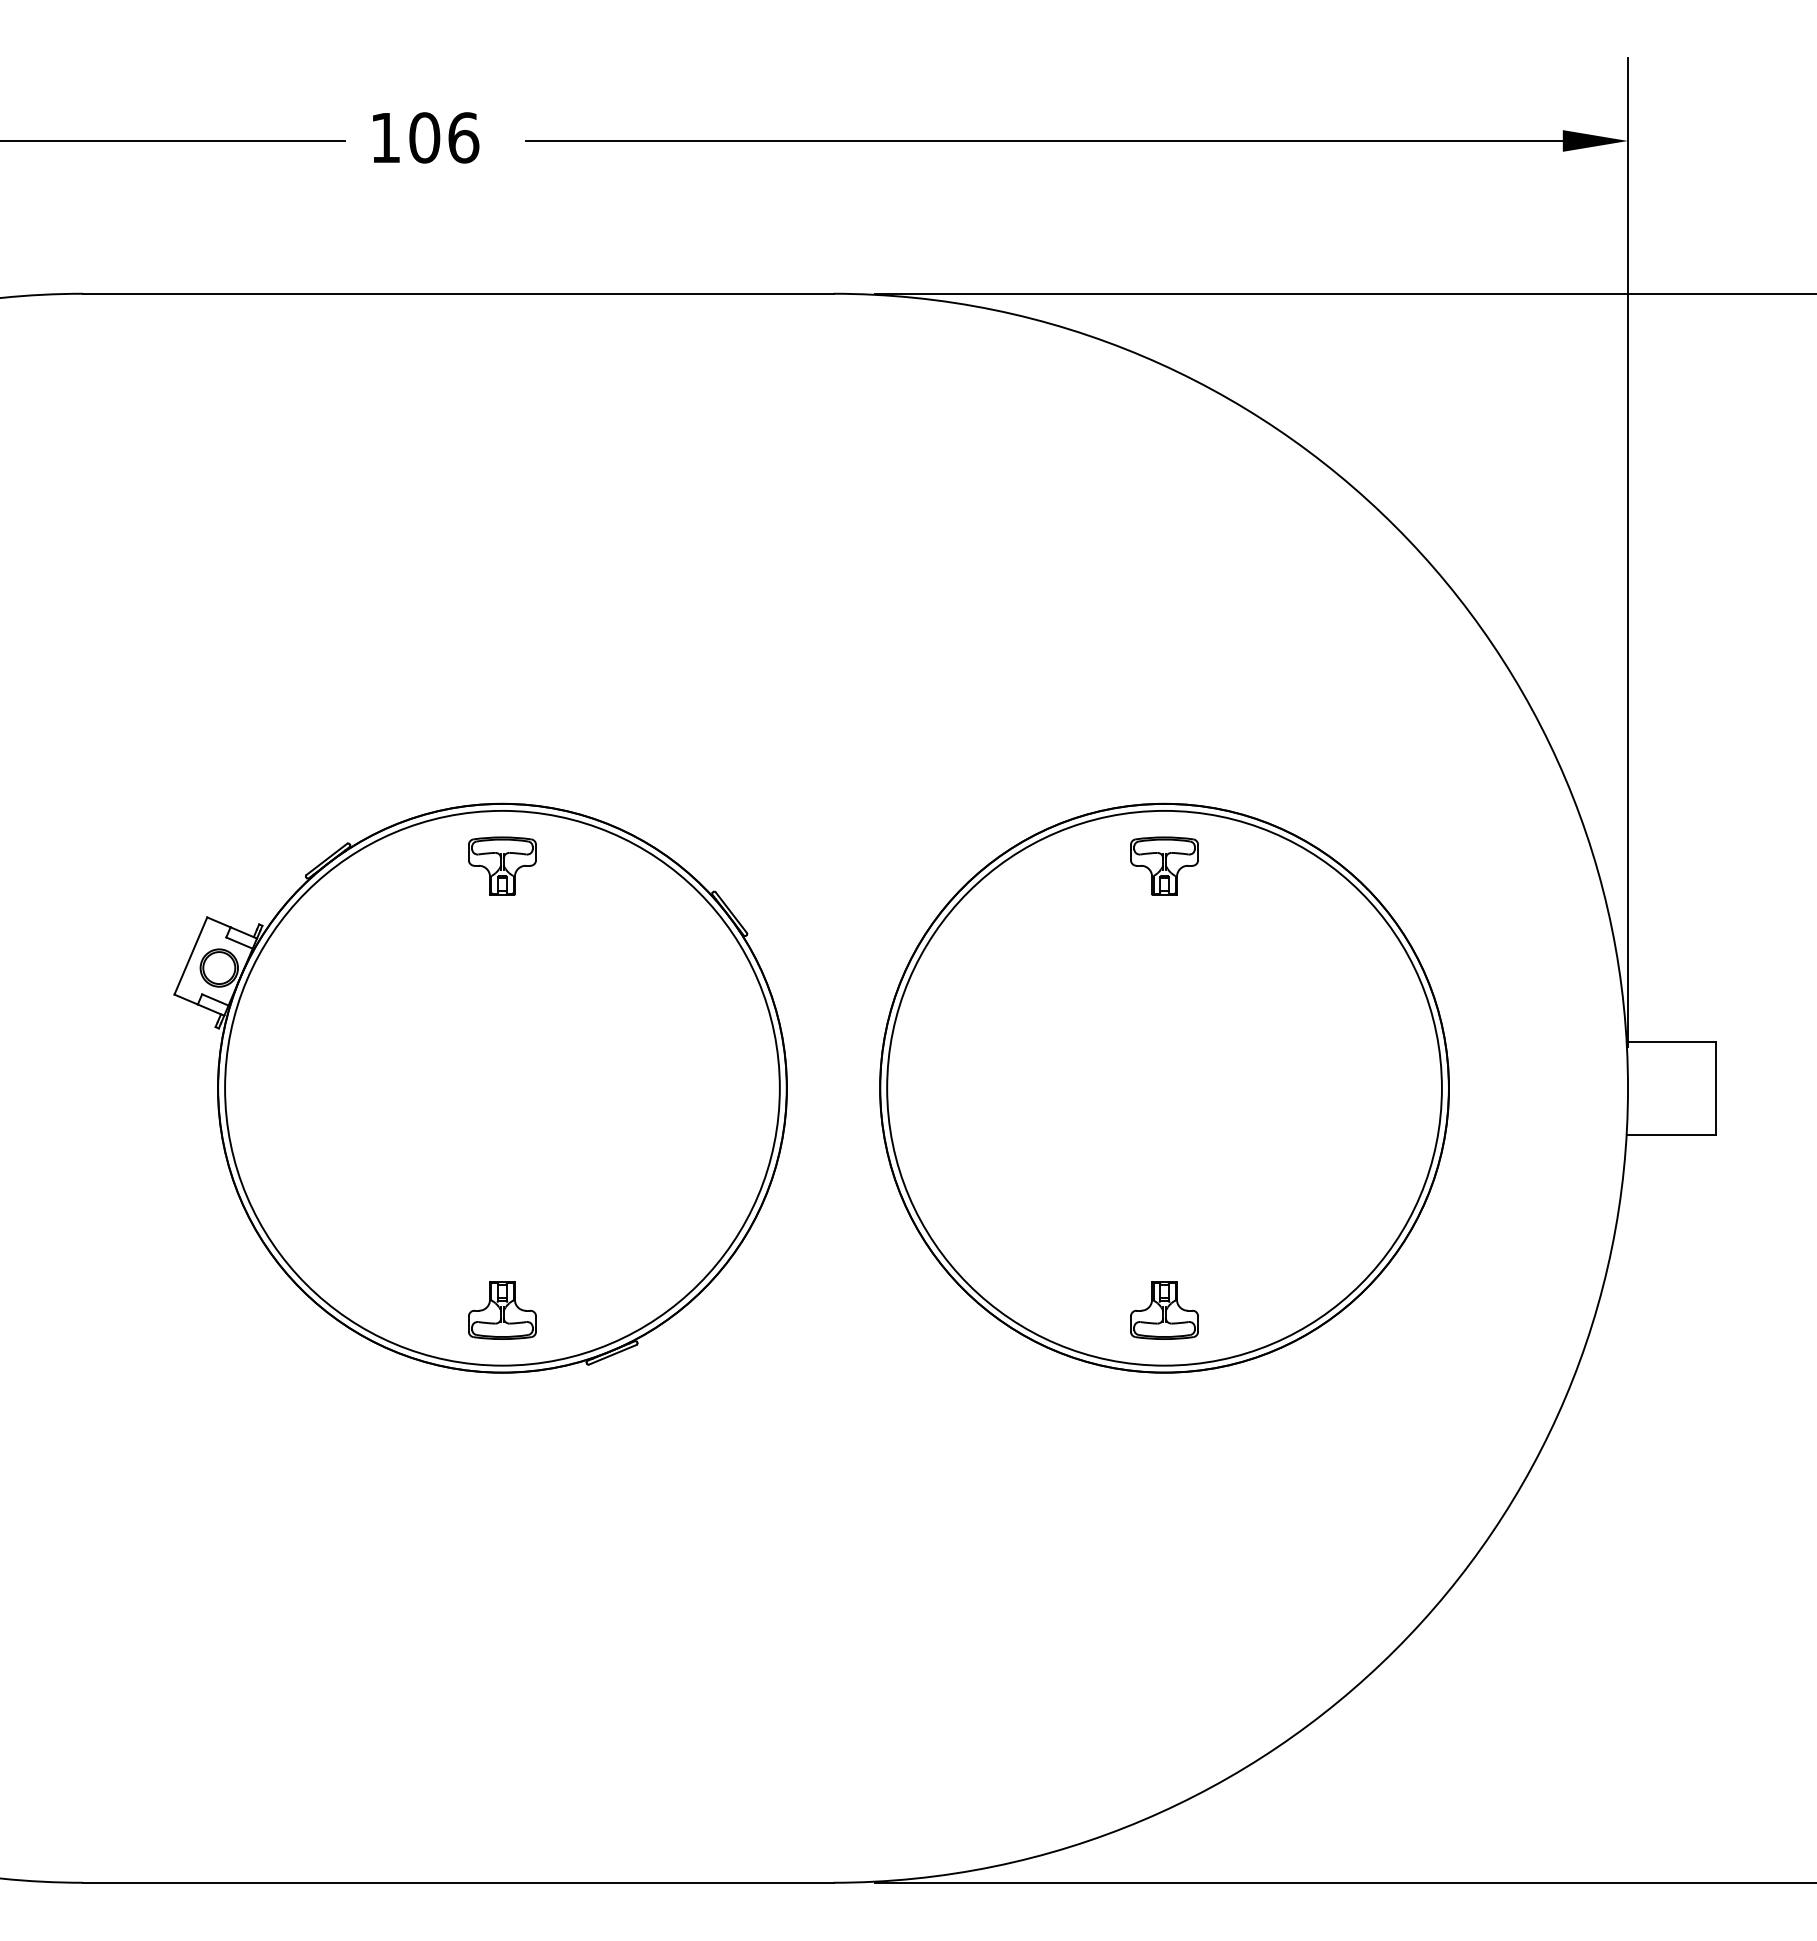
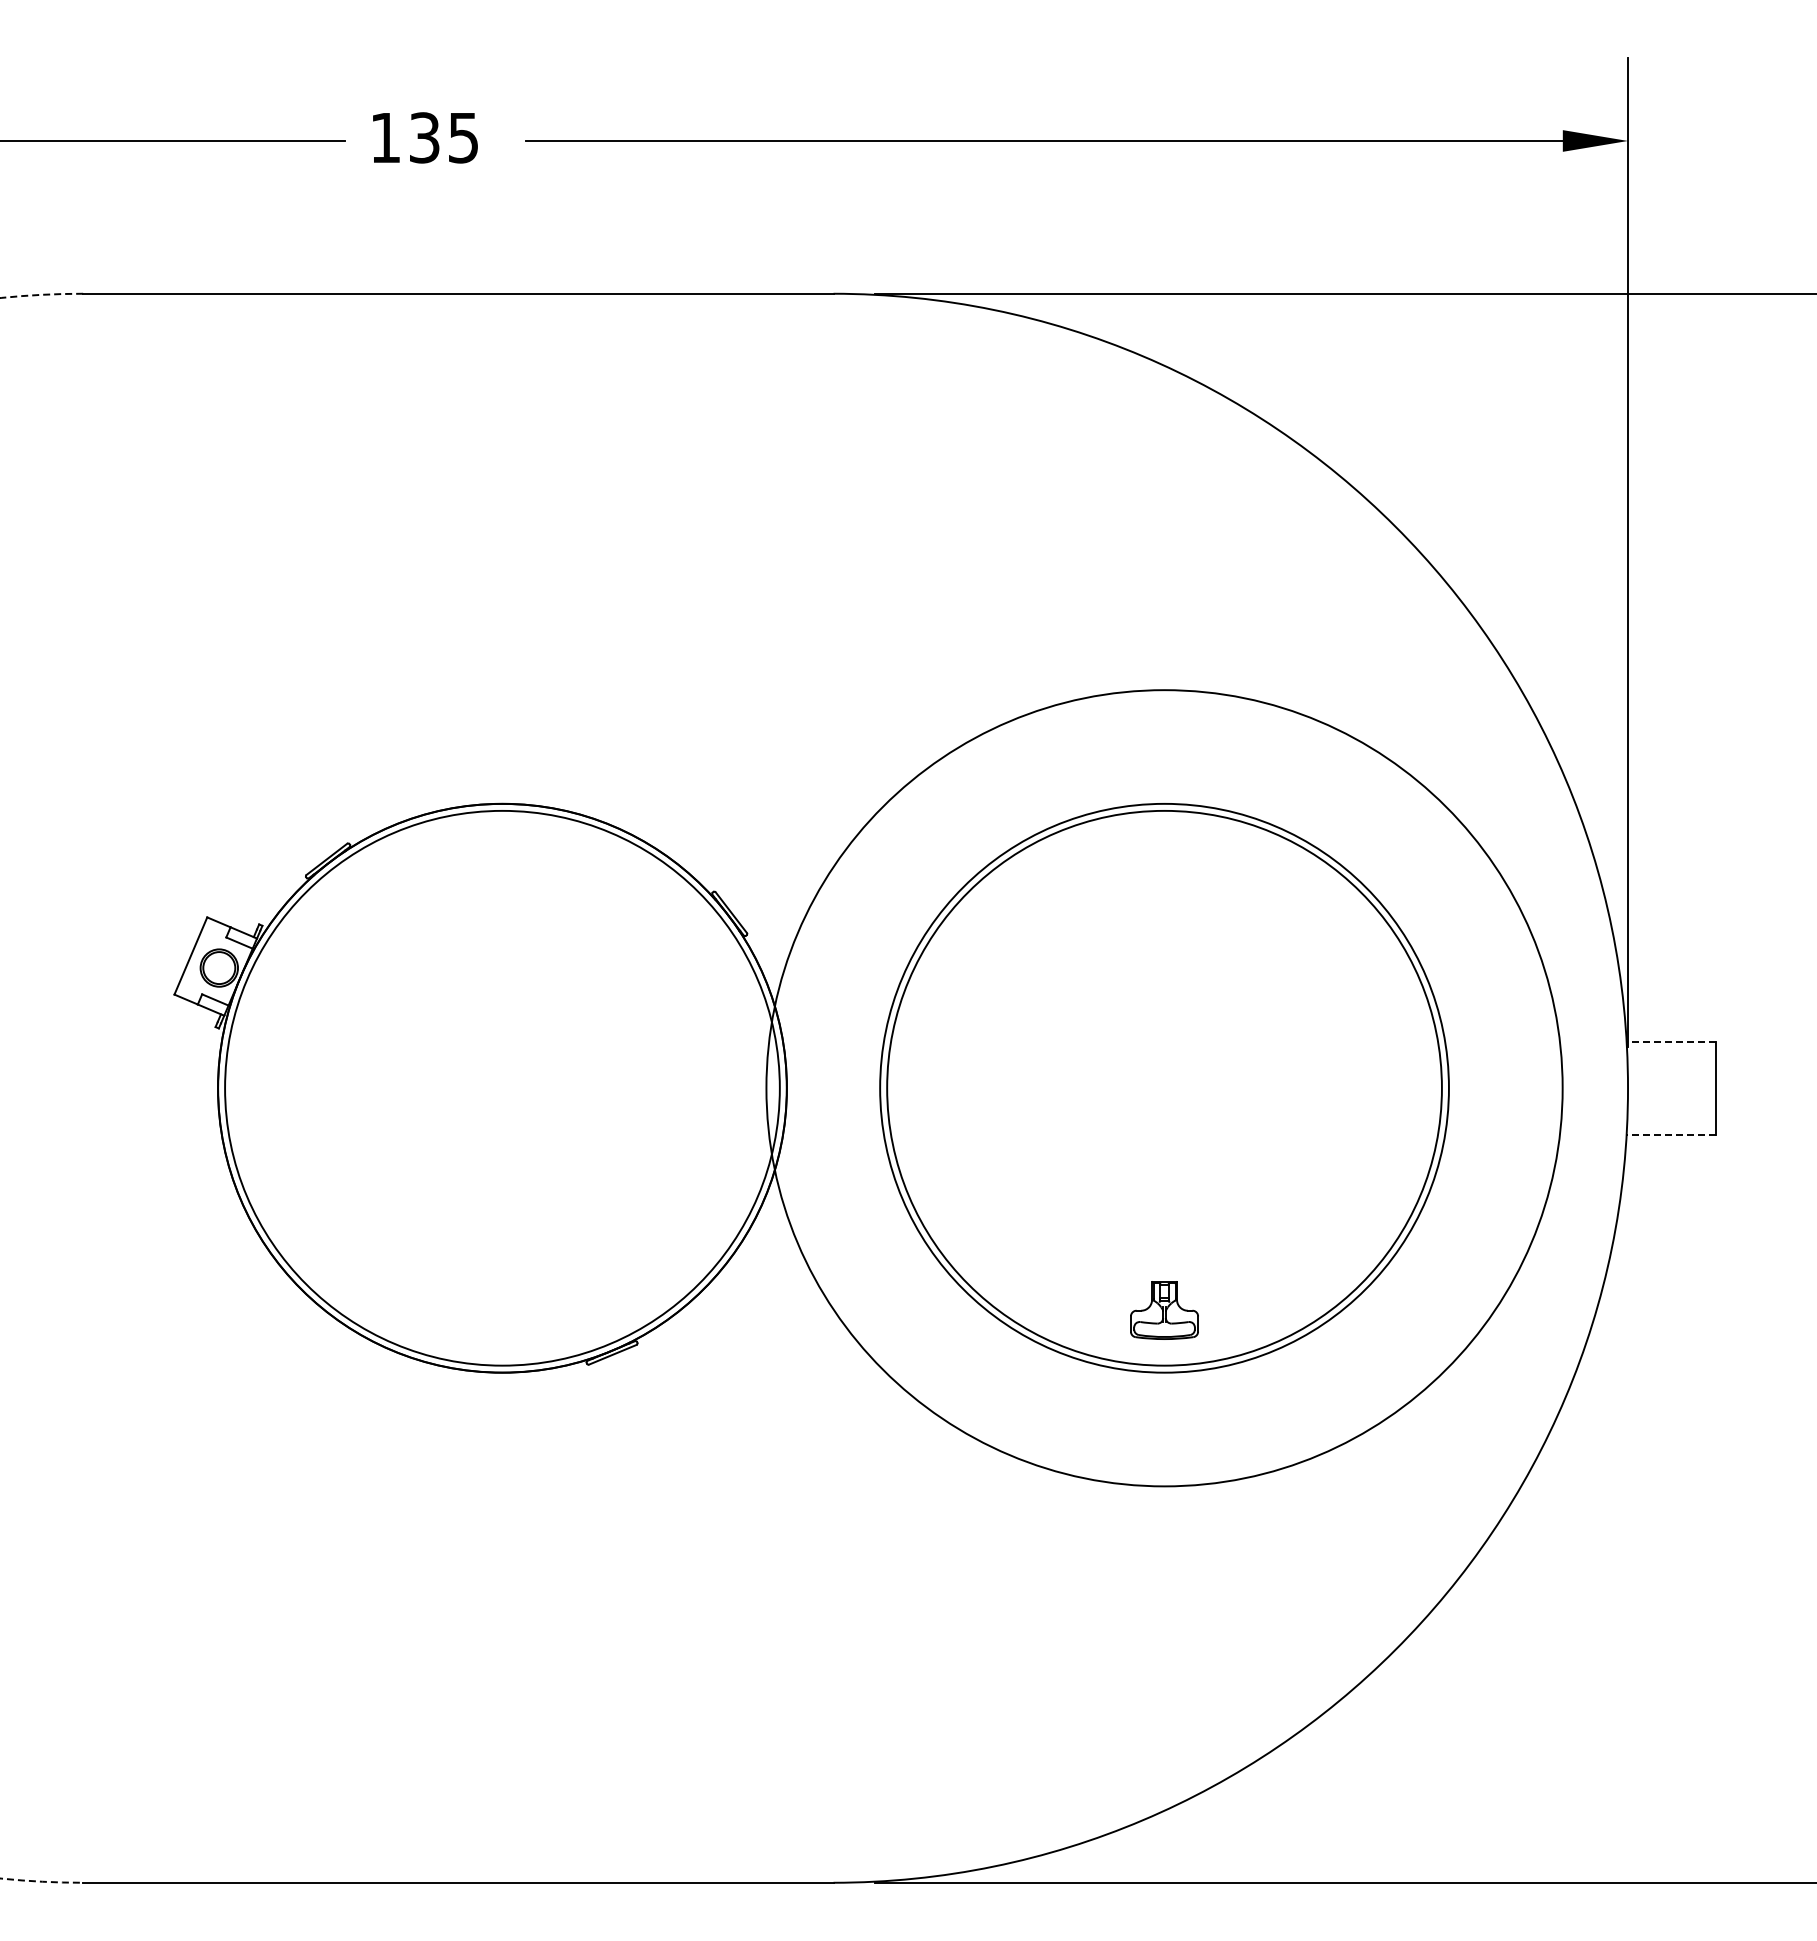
text at (444, 137): 106 -> 135
part at (502, 865): present -> none
part at (1164, 865): present -> none
line at (1671, 1041): solid -> dashed
circle at (1164, 1087) diameter: 569 px -> 796 px
line at (1671, 1134): solid -> dashed
part at (502, 1310): present -> none
arc at (0, 1878): solid -> dashed
